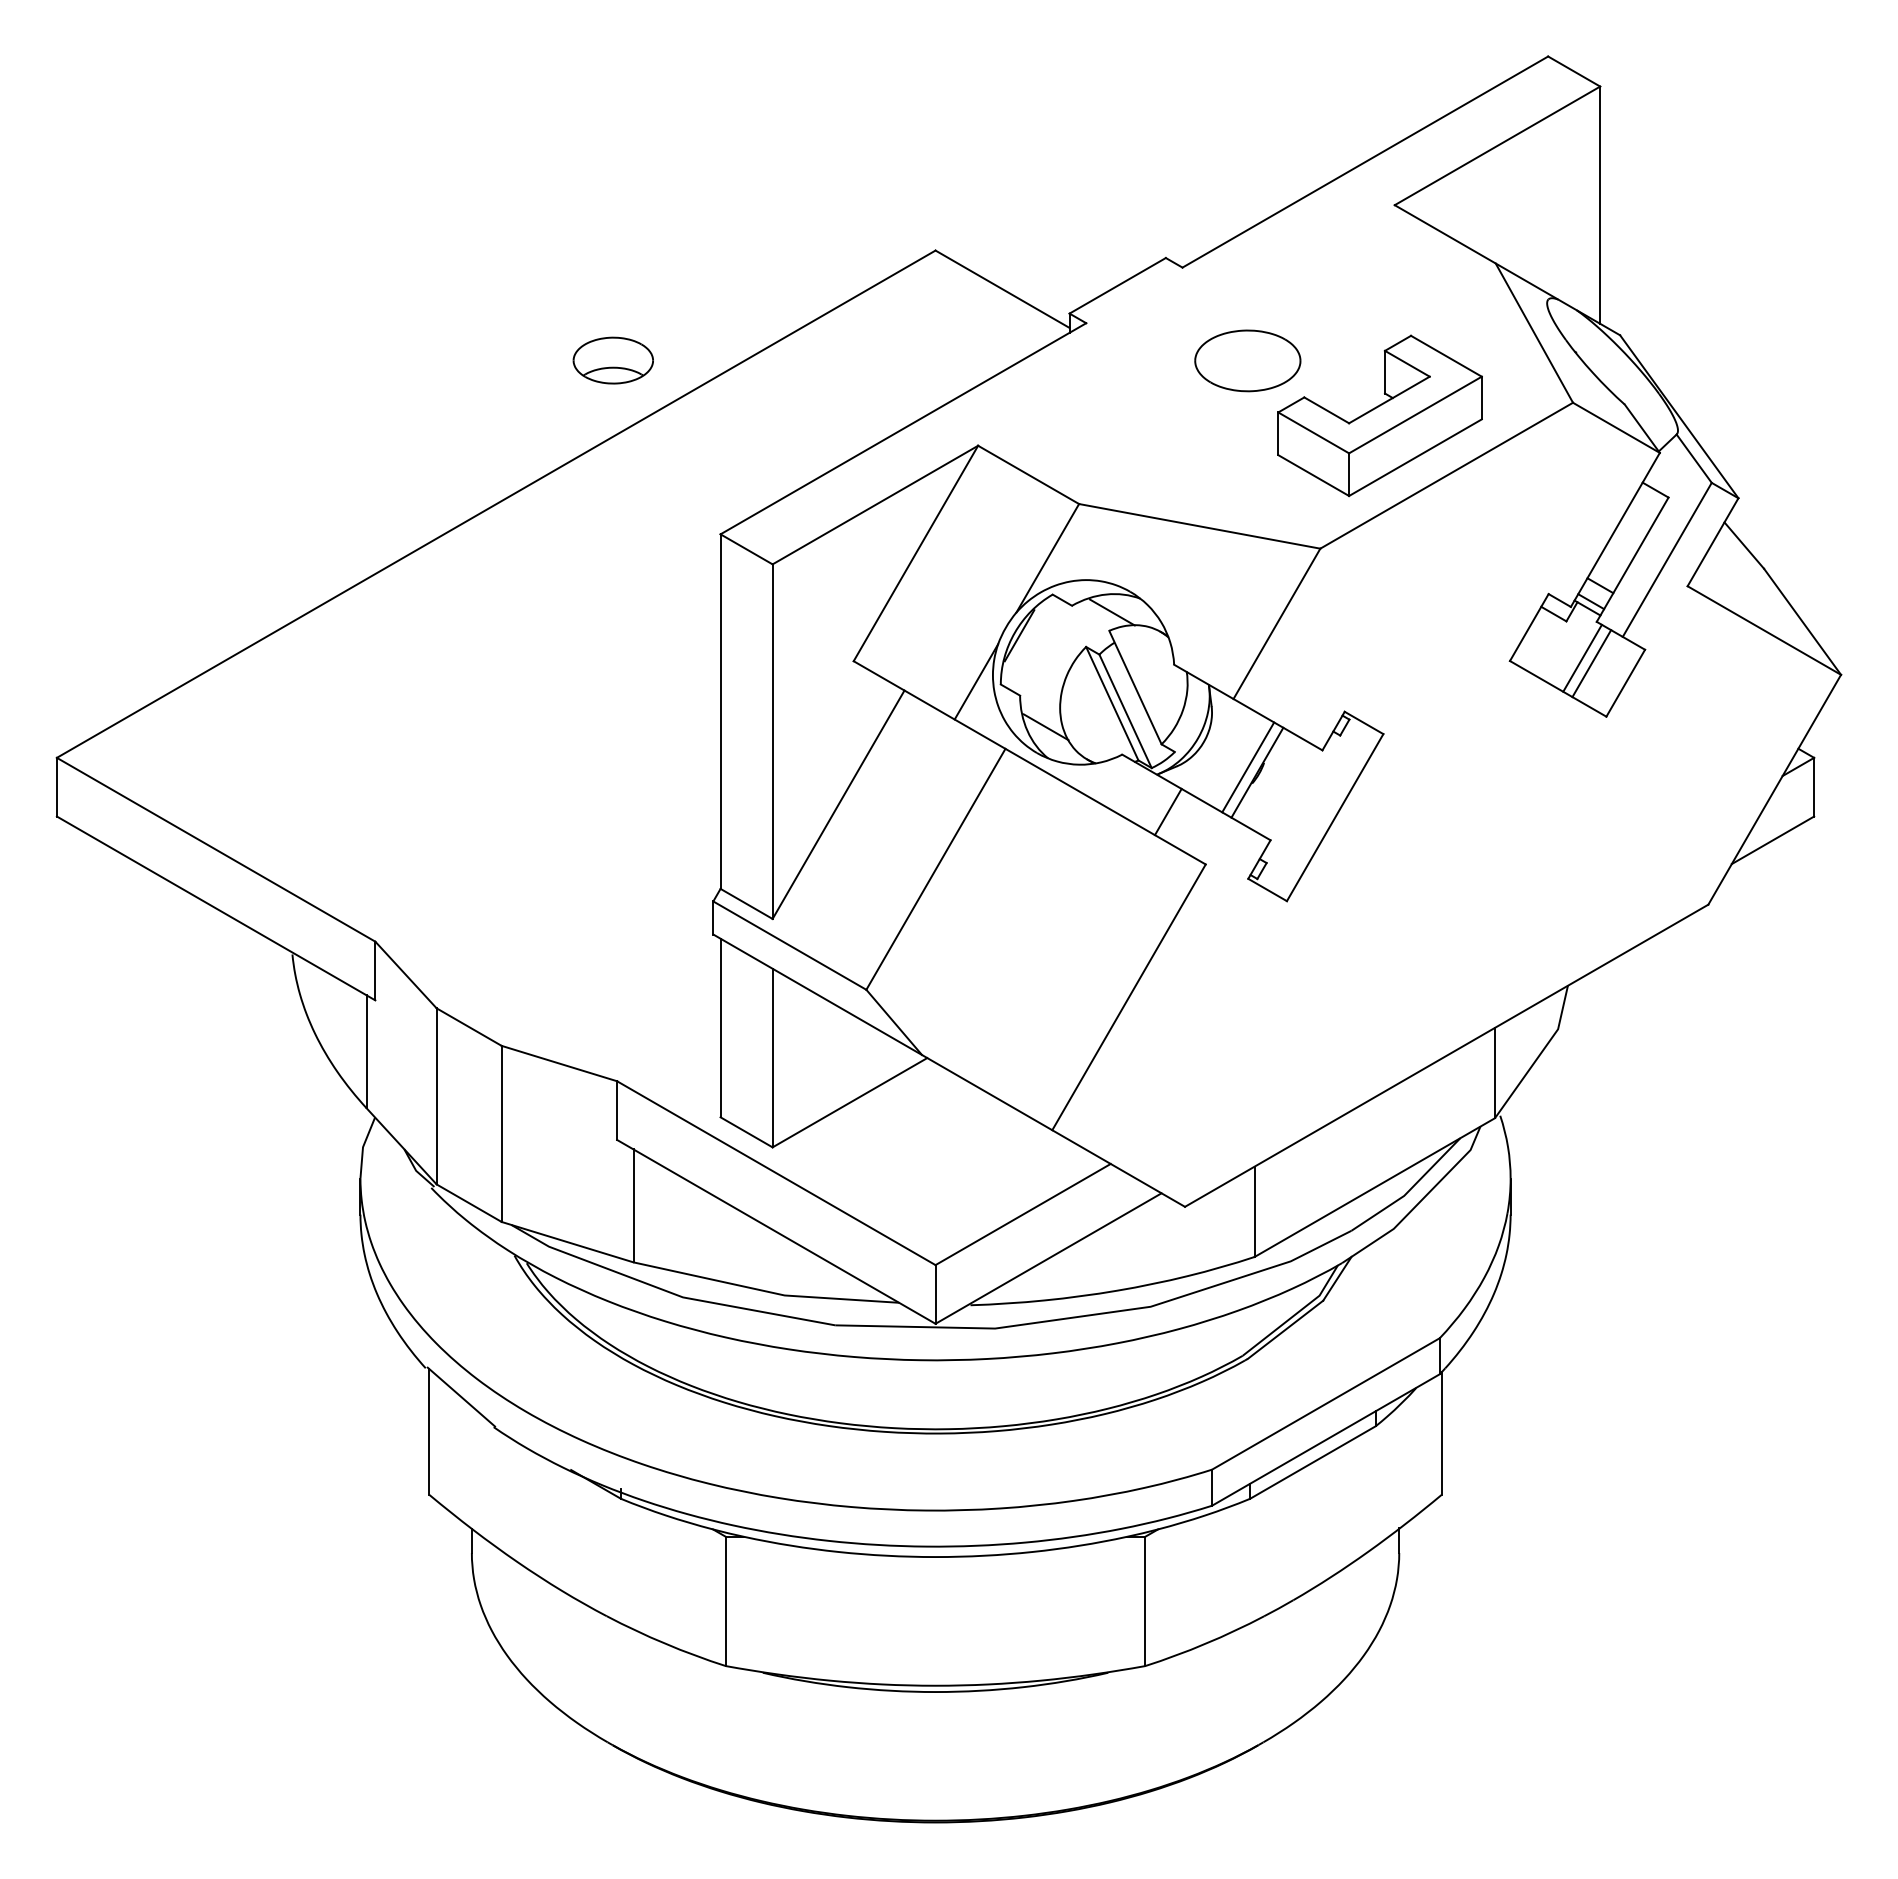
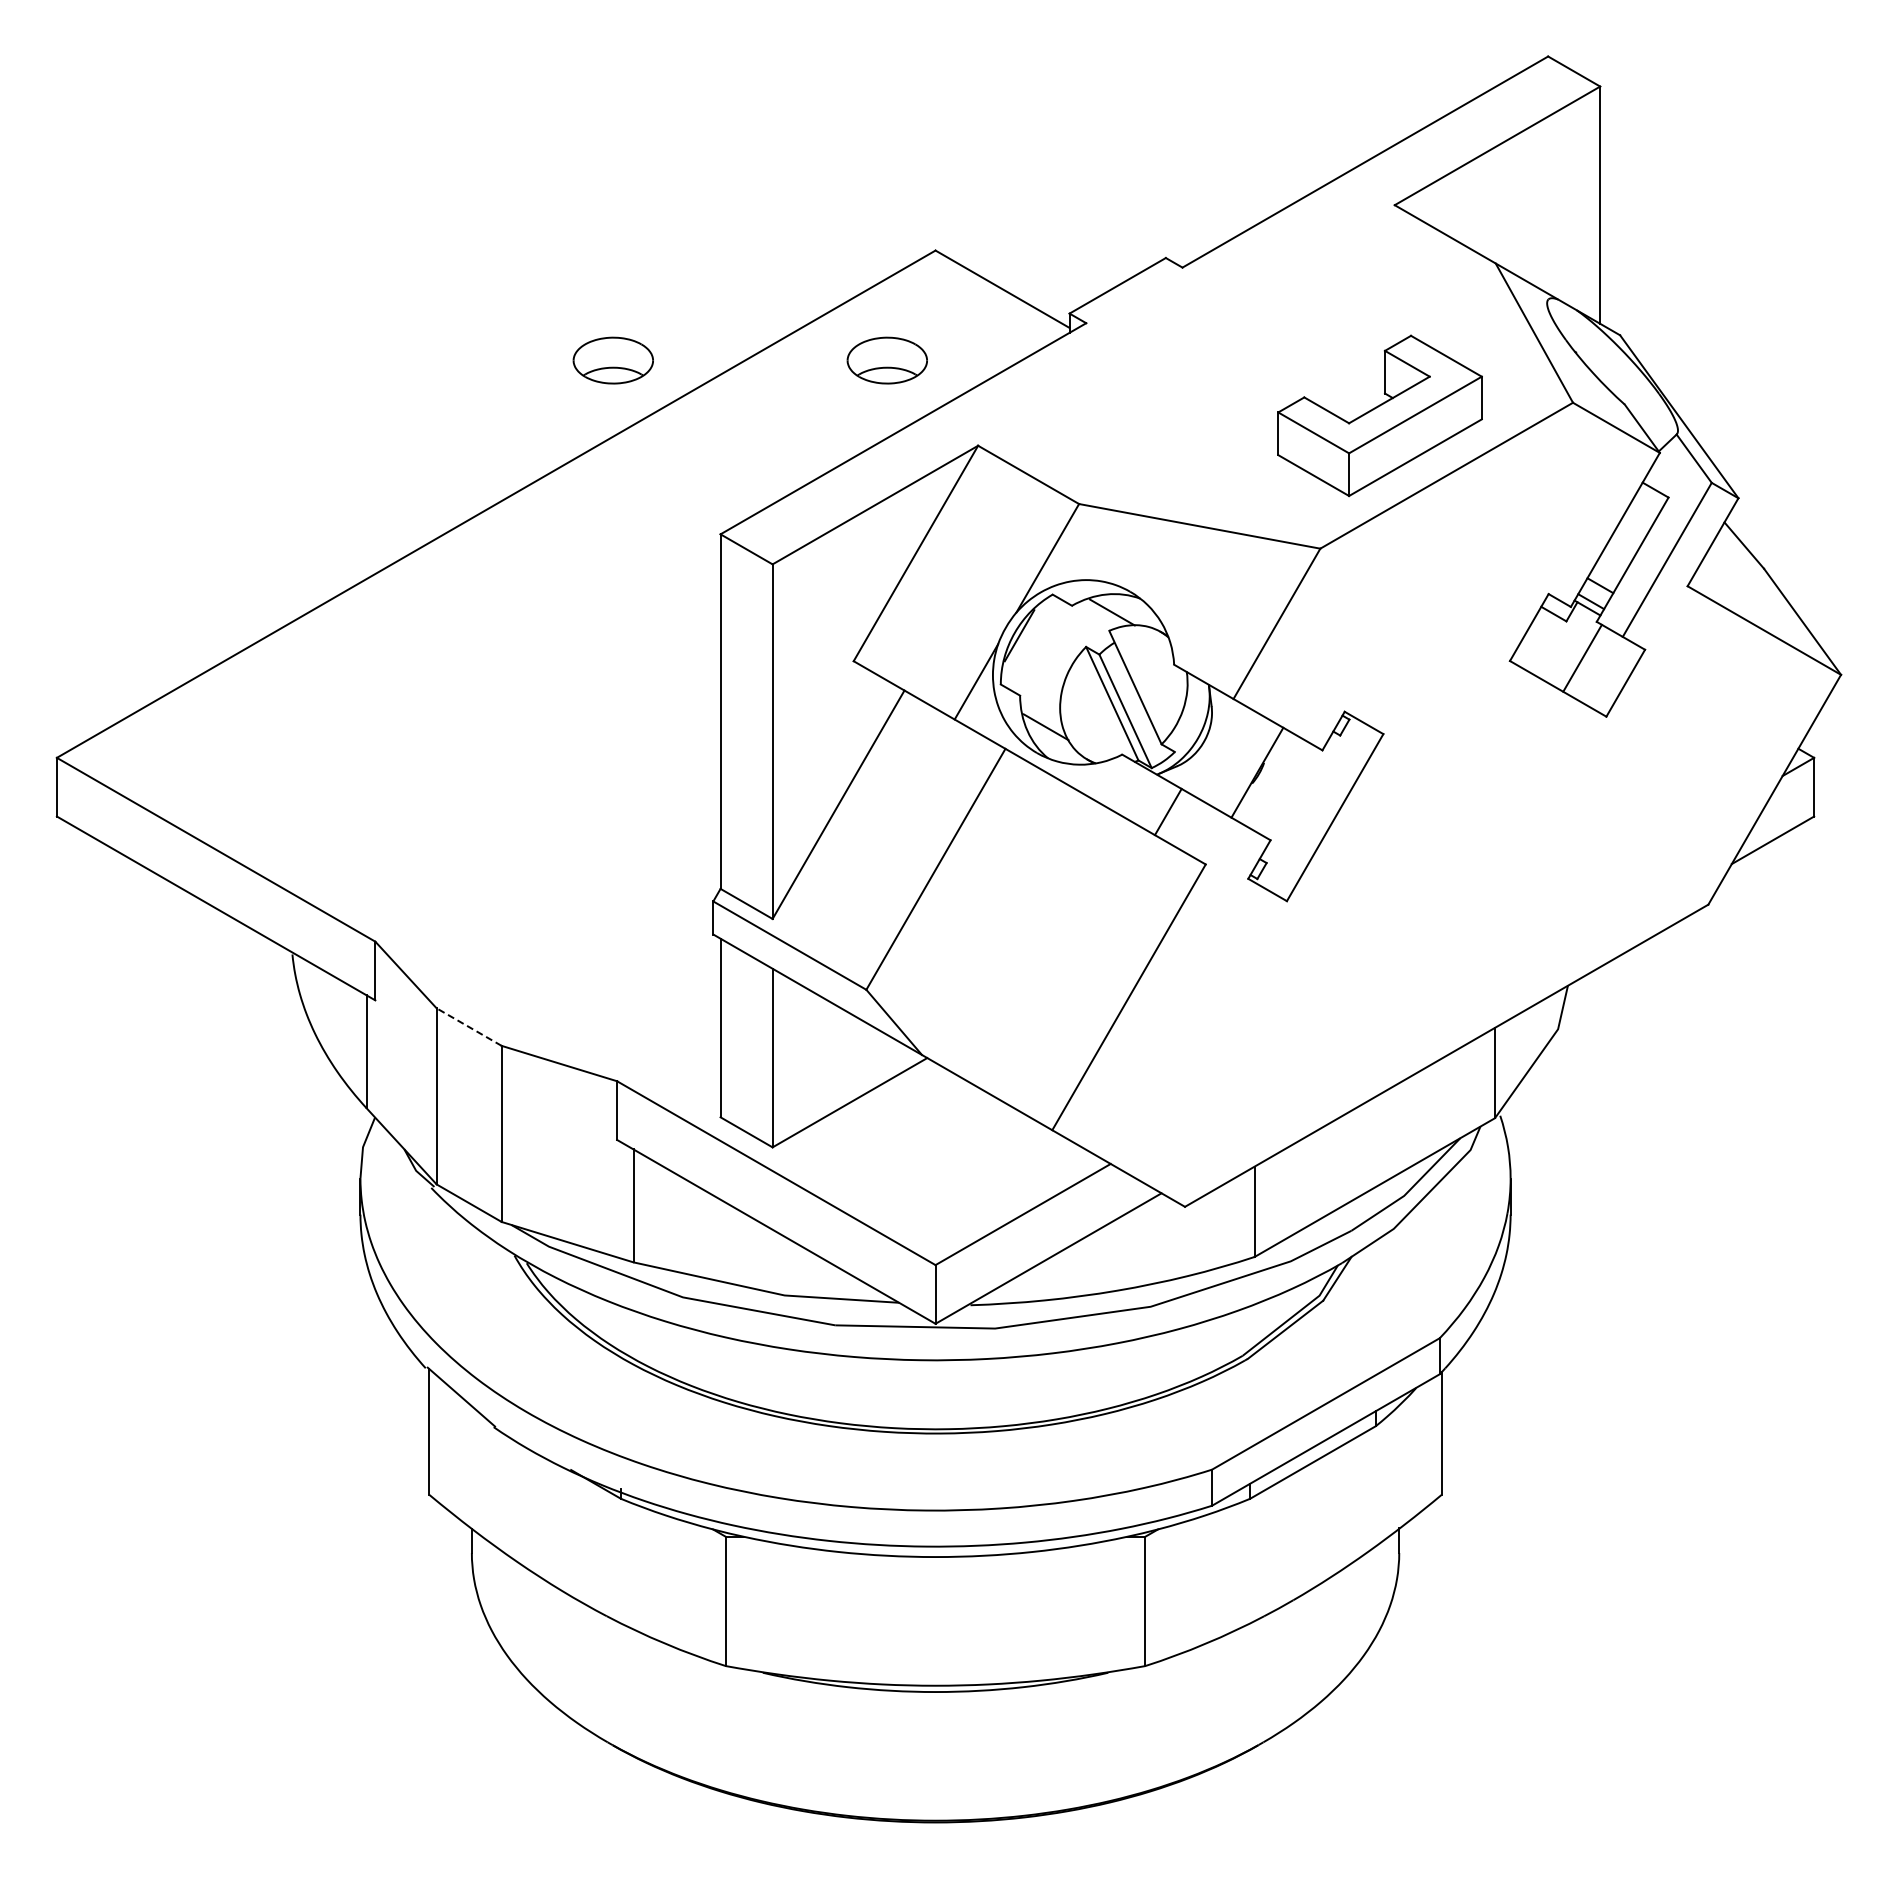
part at (886, 360): none -> present
part at (1247, 360): present -> none
line at (1591, 663): present -> none
line at (1248, 767): present -> none
line at (469, 1027): solid -> dashed
